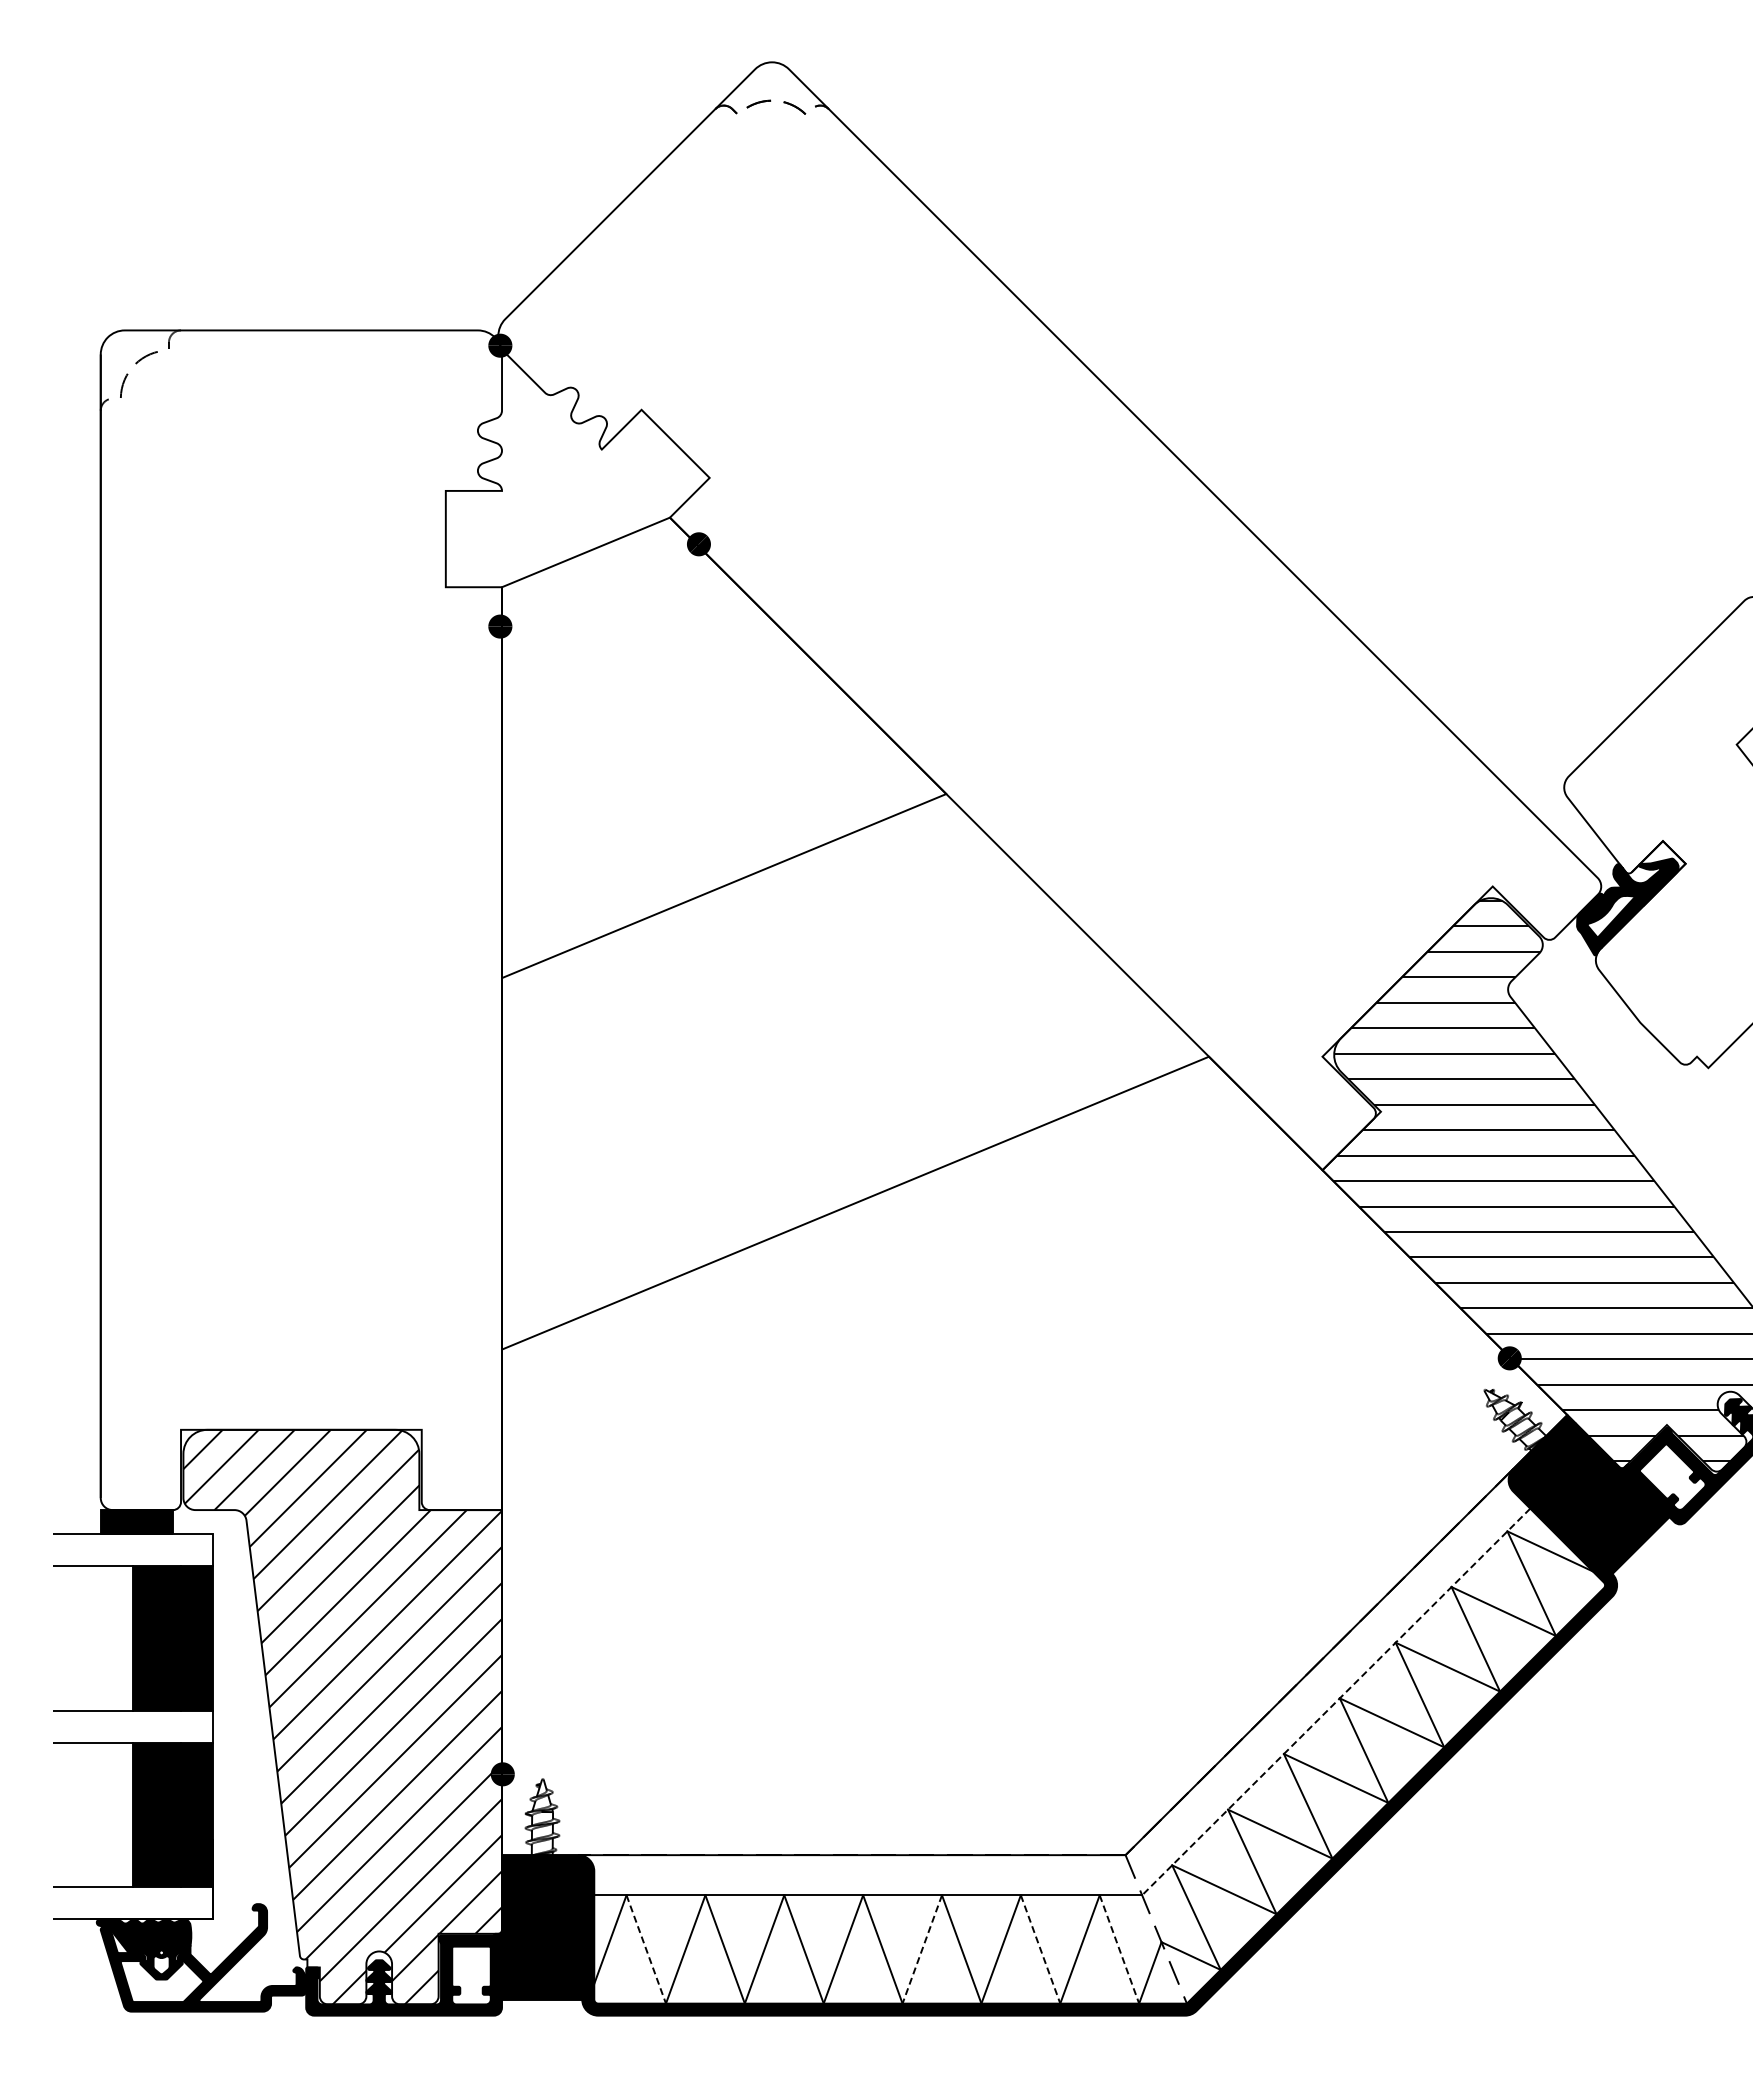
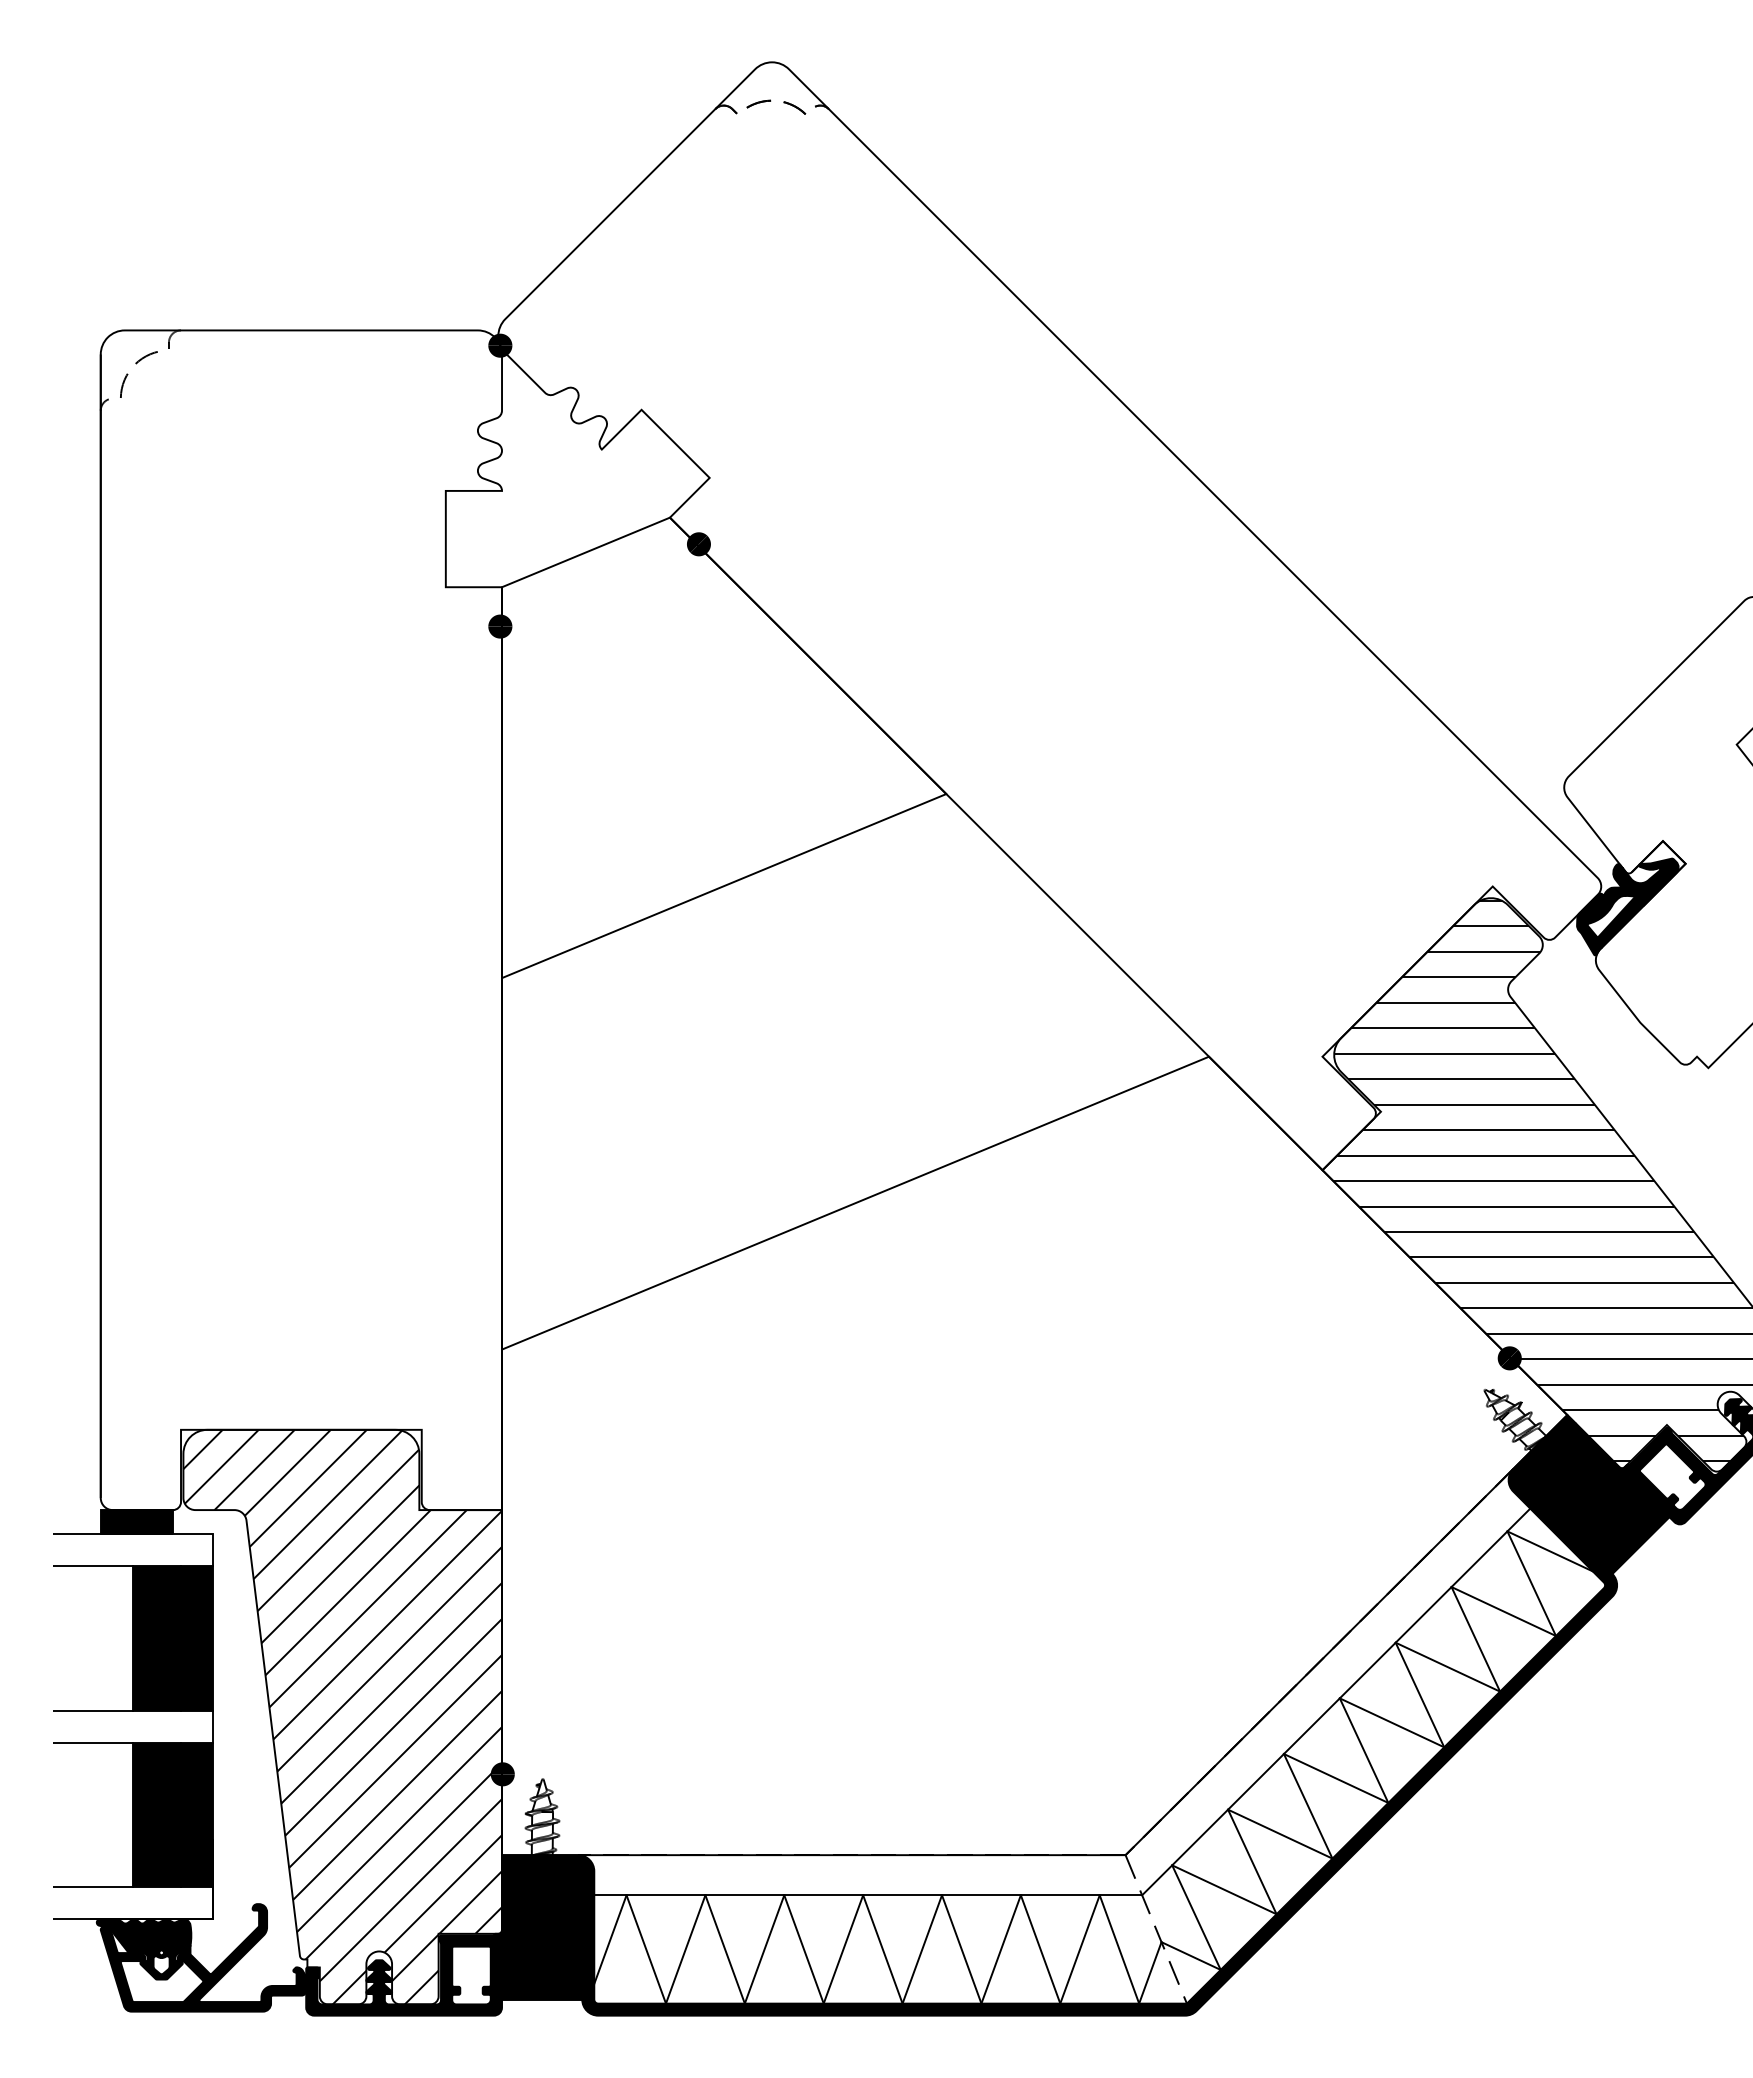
line at (1336, 1701): dashed -> solid
line at (646, 1949): dashed -> solid
line at (922, 1949): dashed -> solid
line at (1040, 1949): dashed -> solid
line at (1119, 1949): dashed -> solid
